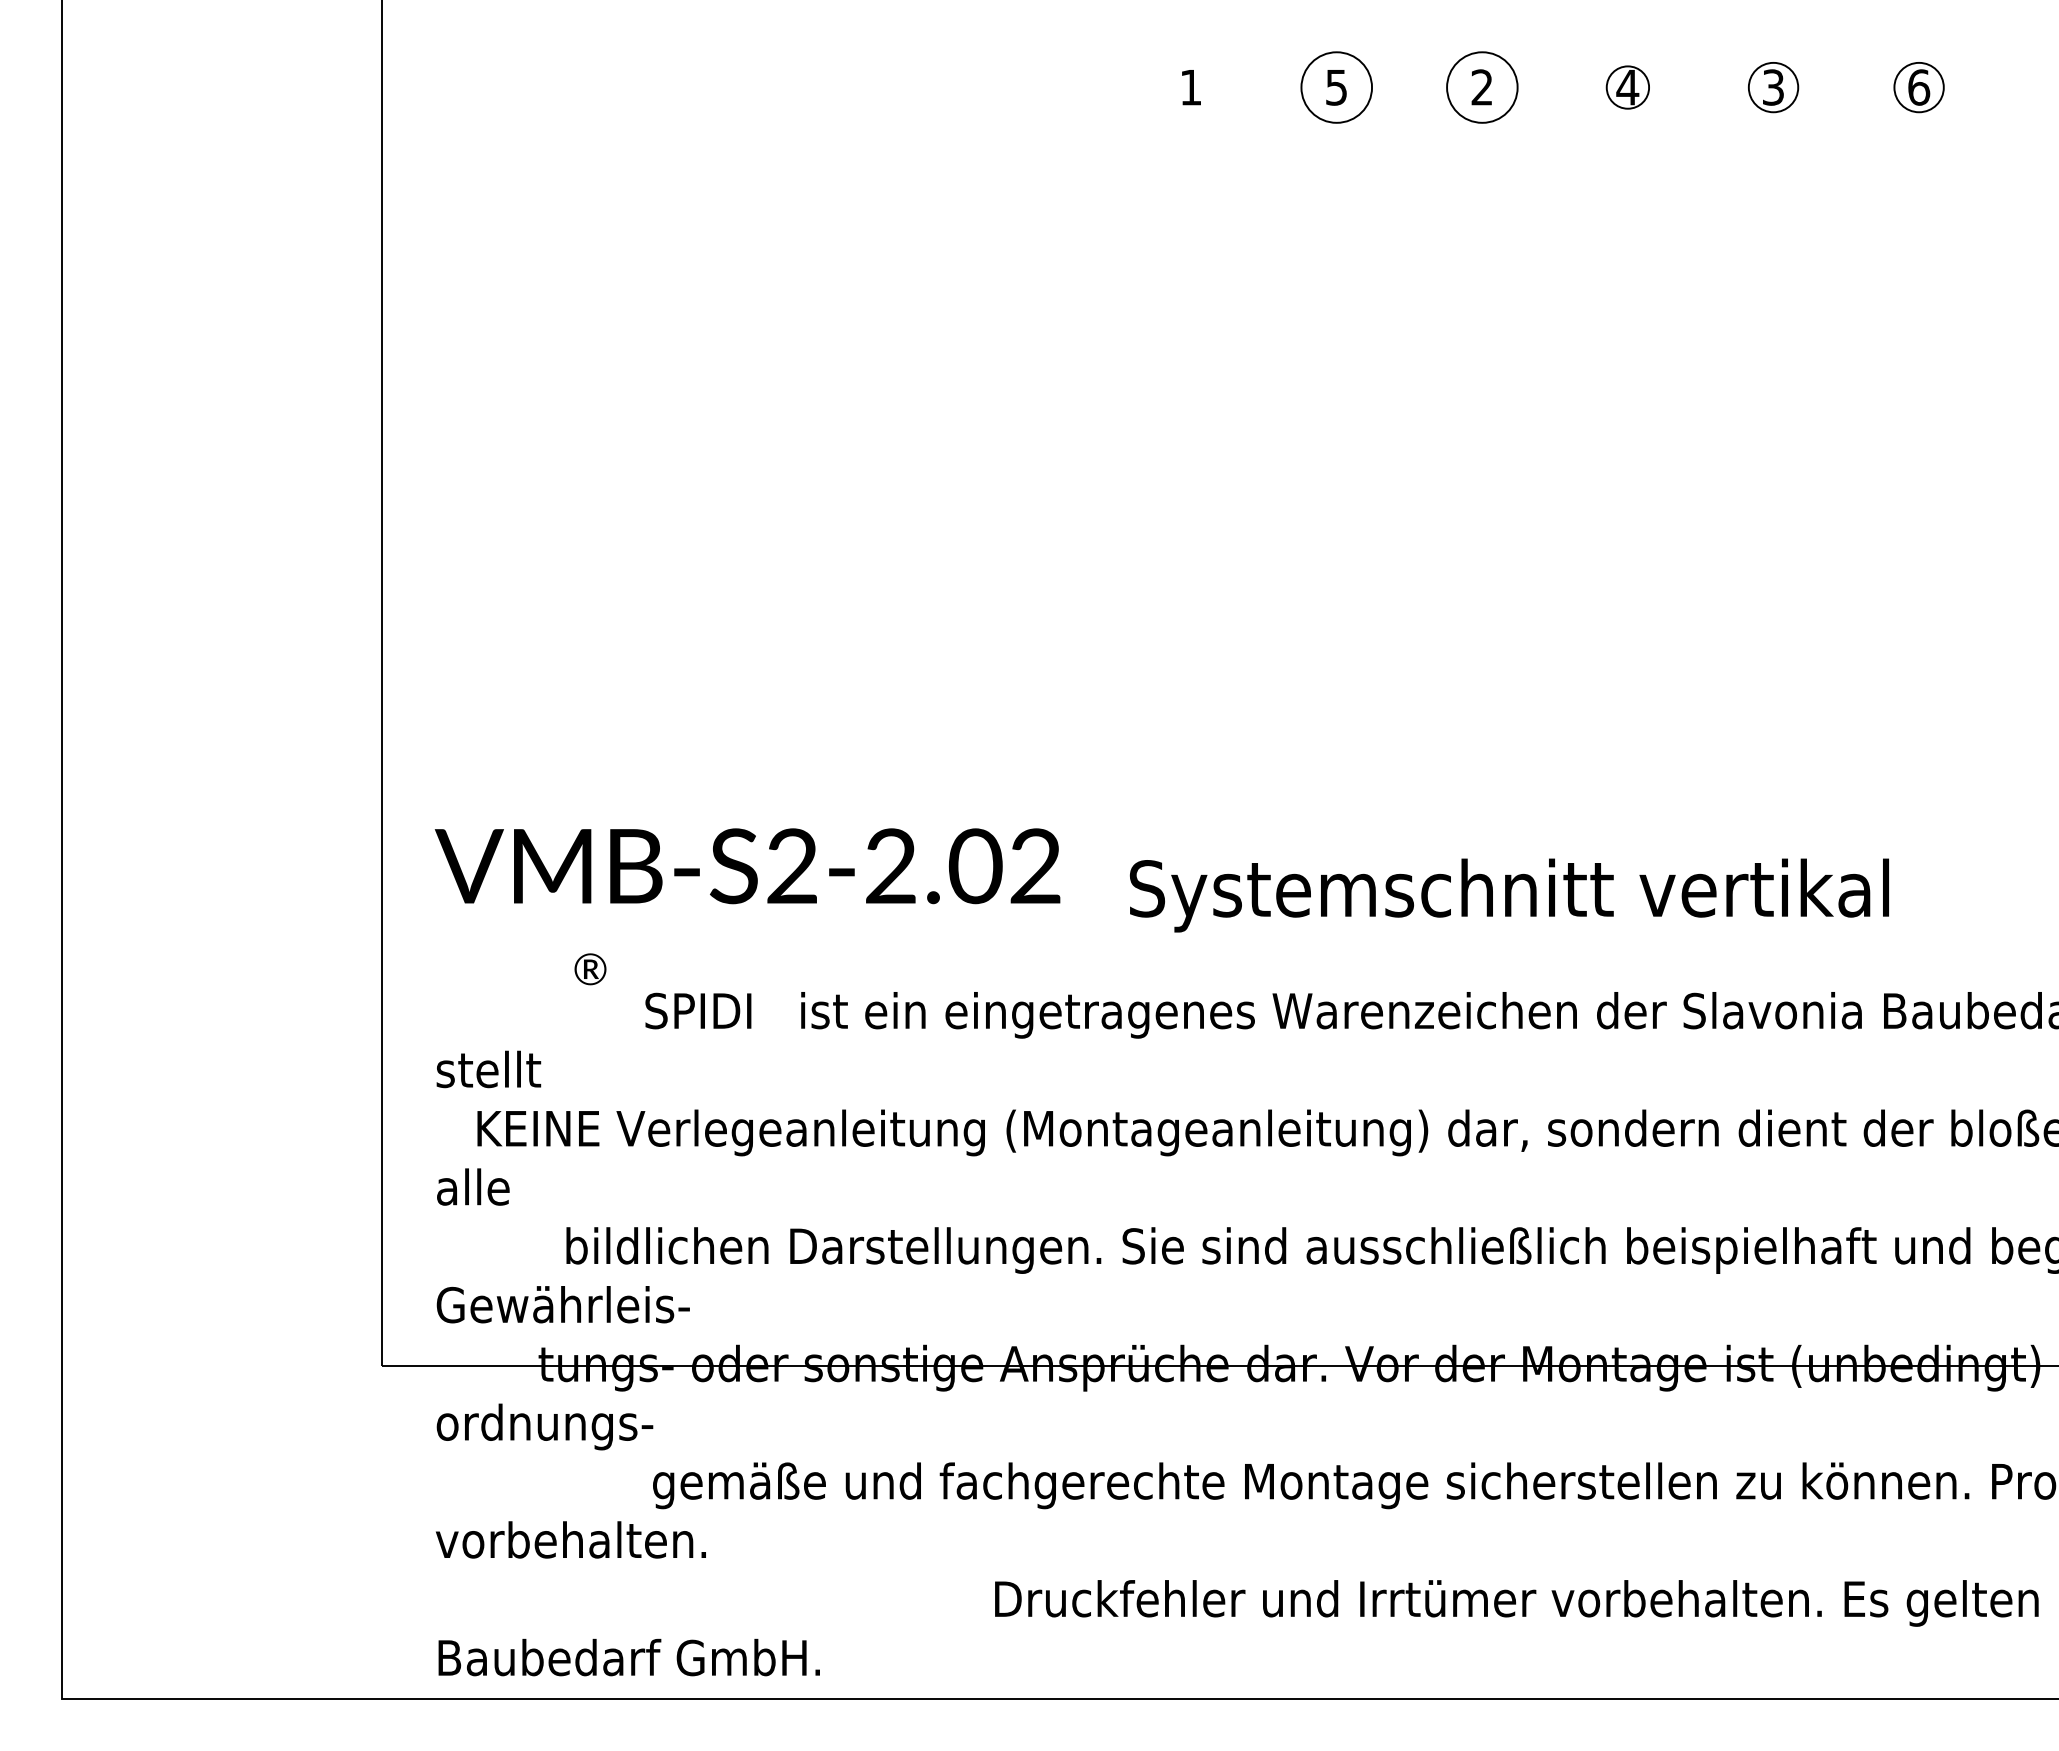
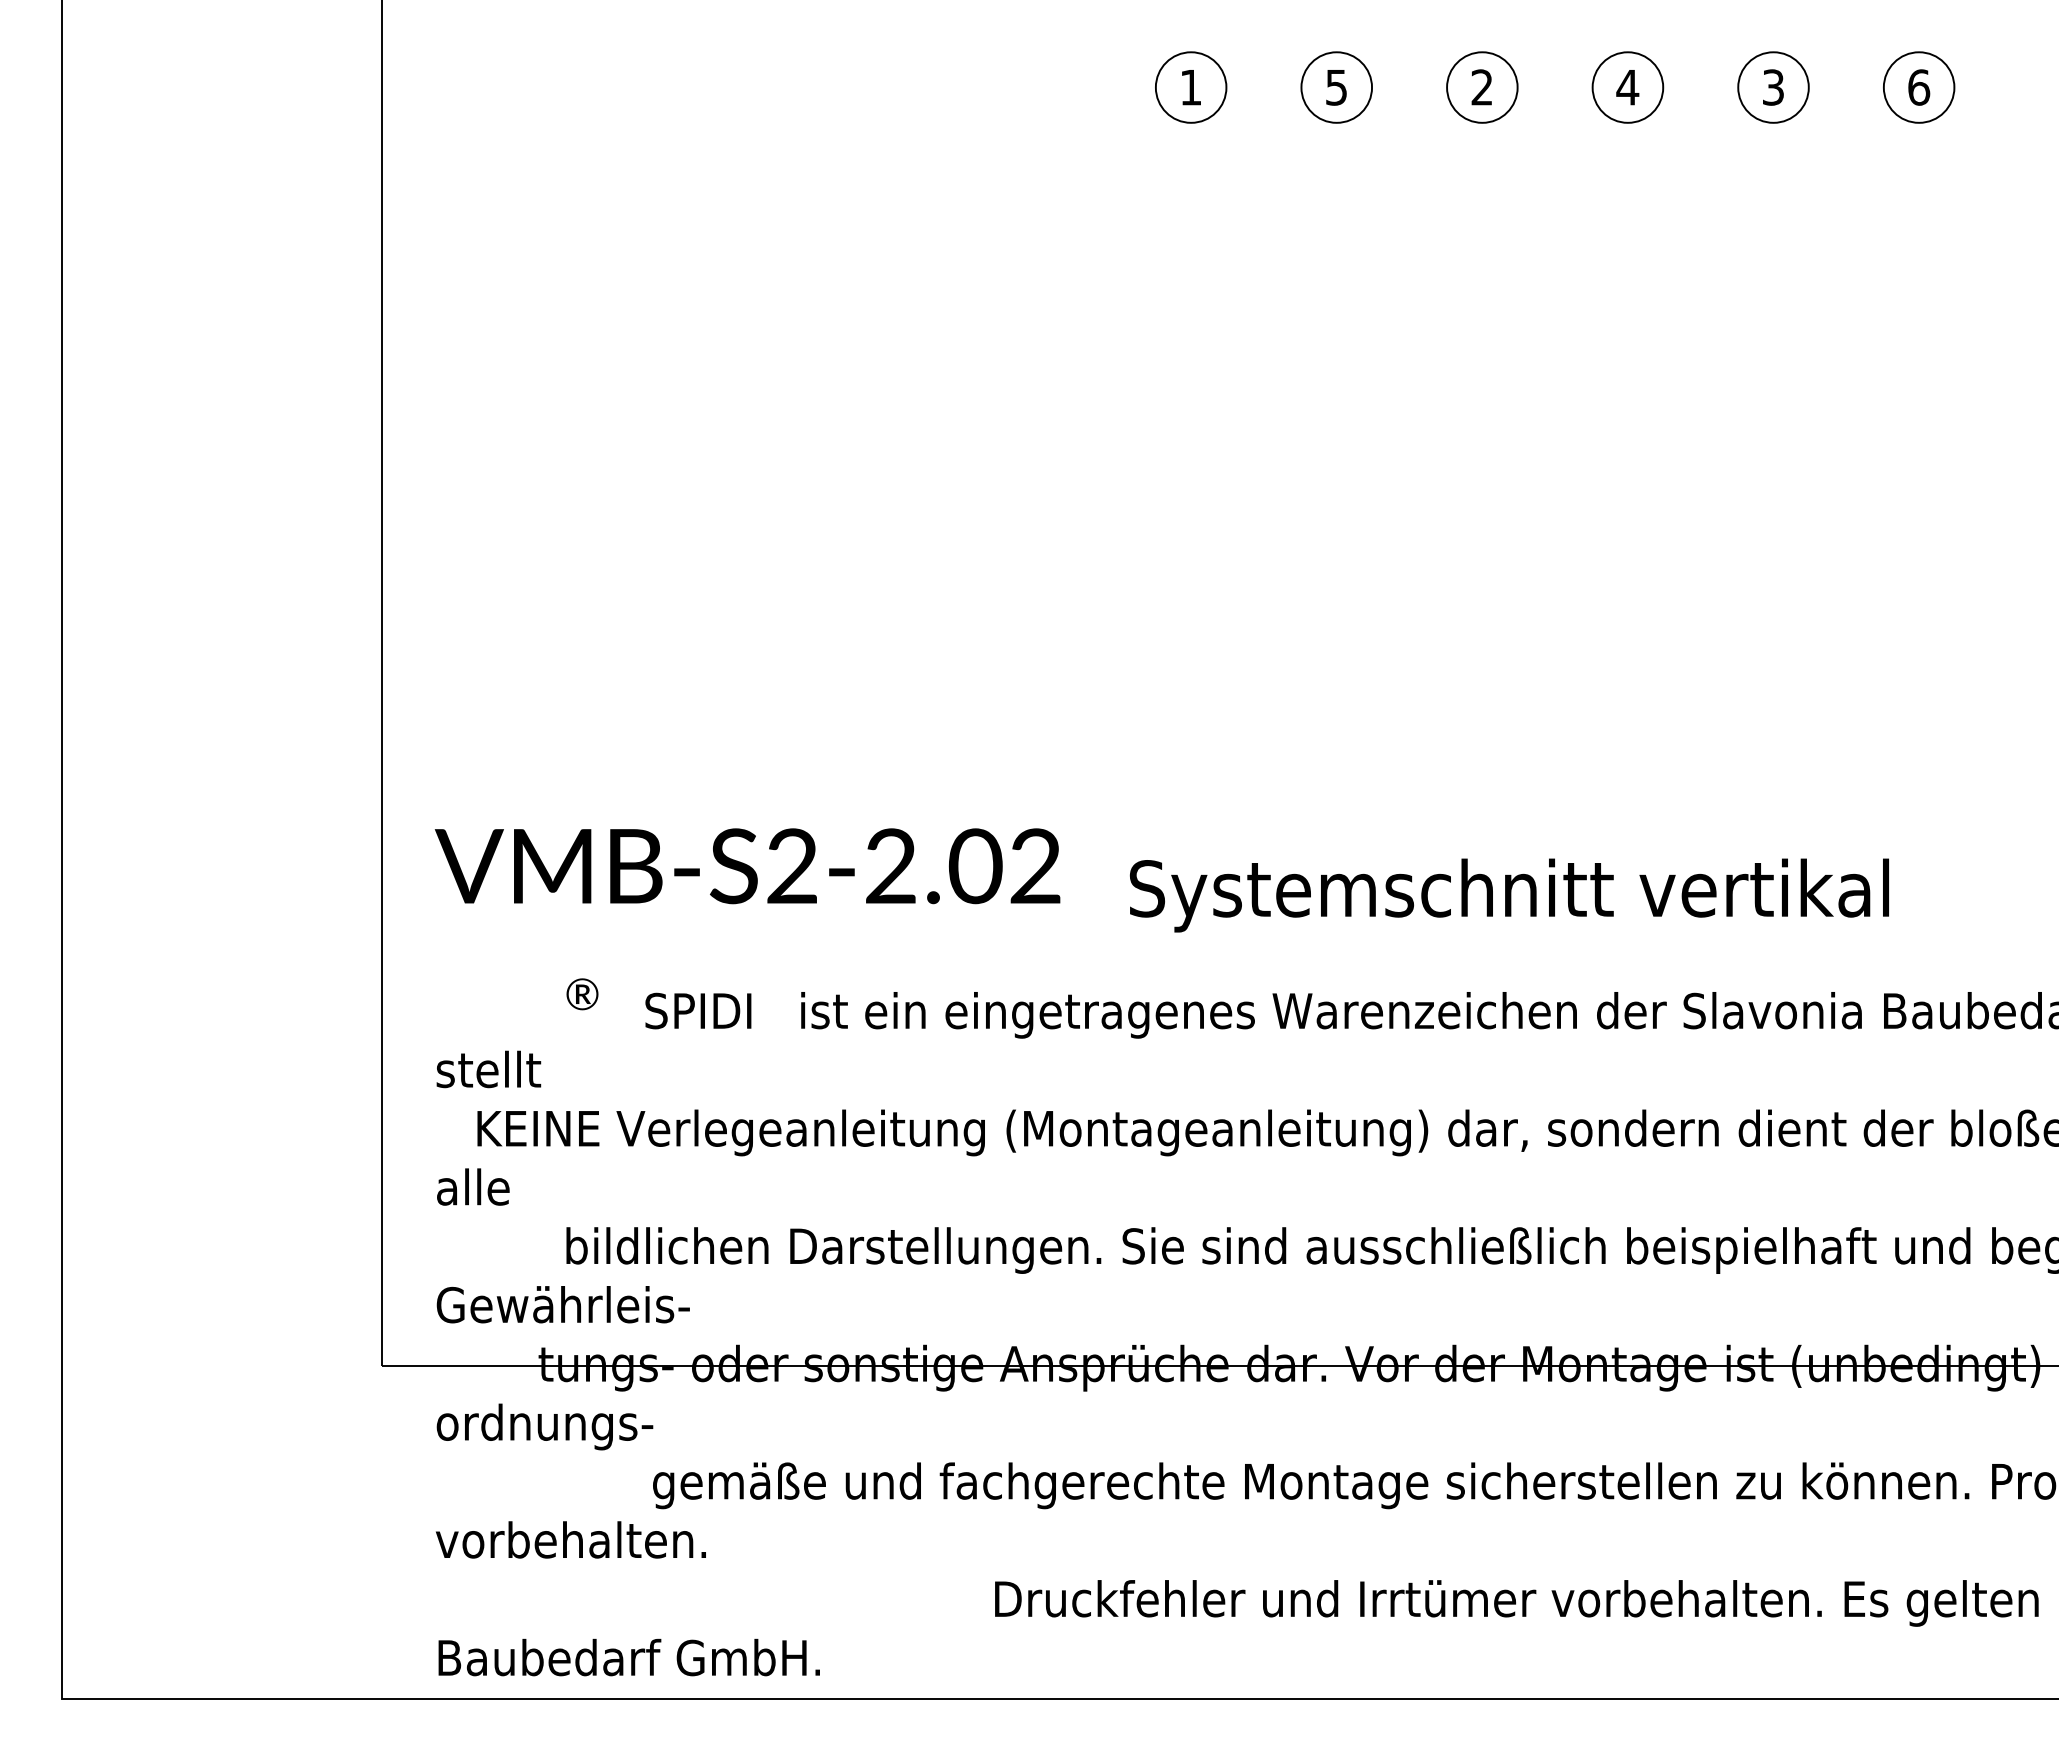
circle at (1191, 87): none -> present
circle at (1627, 87) diameter: 42 px -> 71 px
circle at (1773, 87) diameter: 49 px -> 71 px
circle at (1918, 87) diameter: 49 px -> 71 px
text at (590, 969) position: (590, 969) -> (582, 994)
